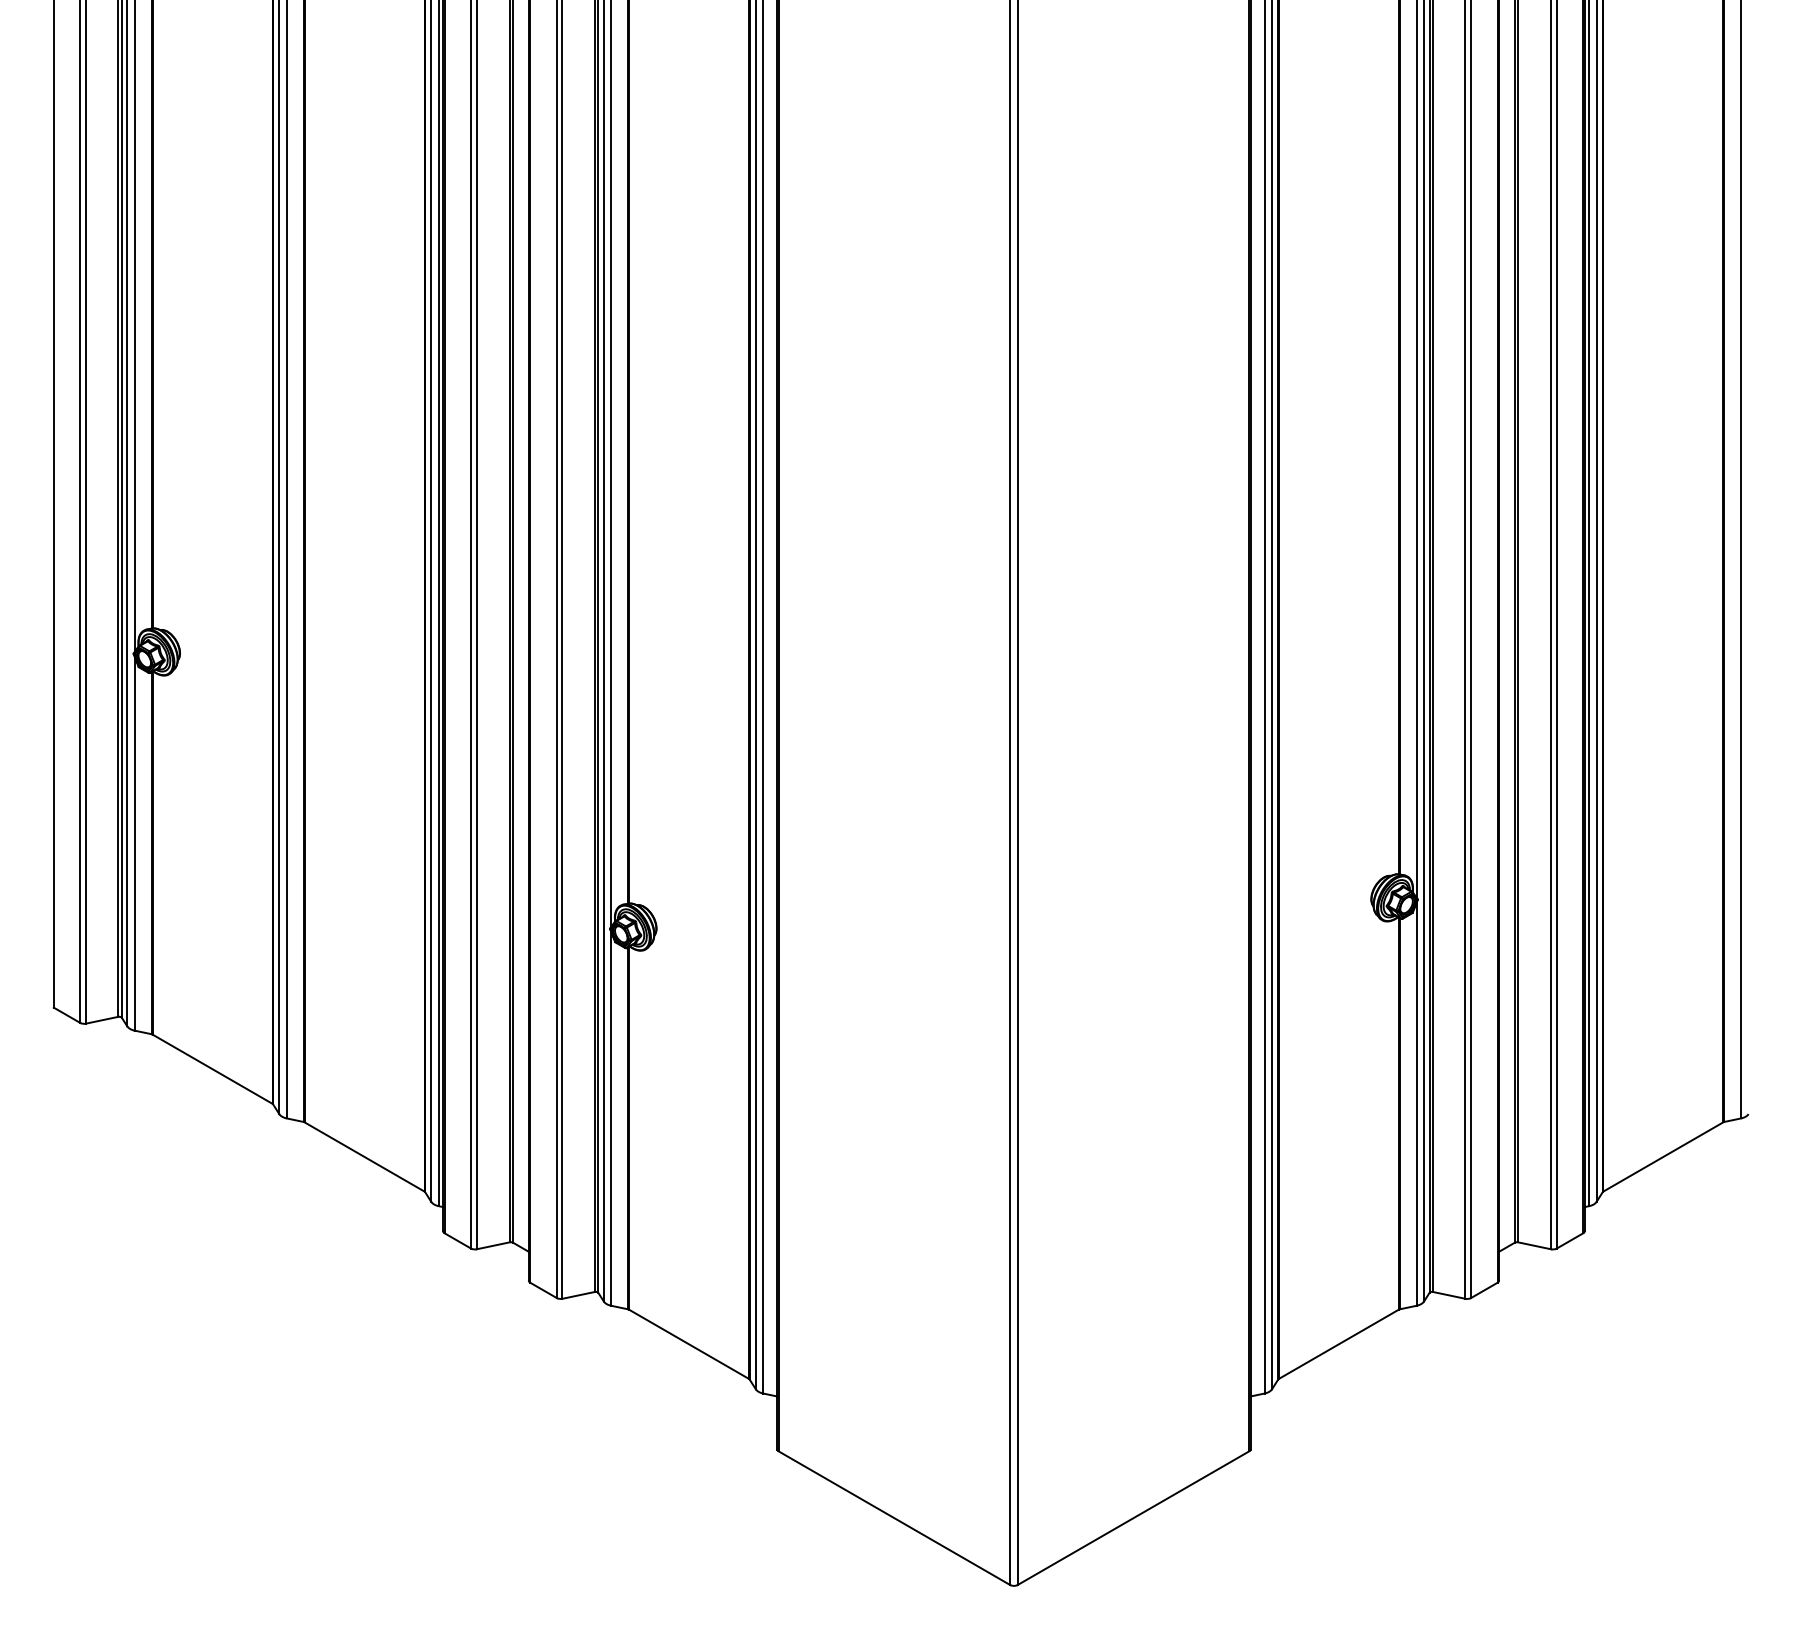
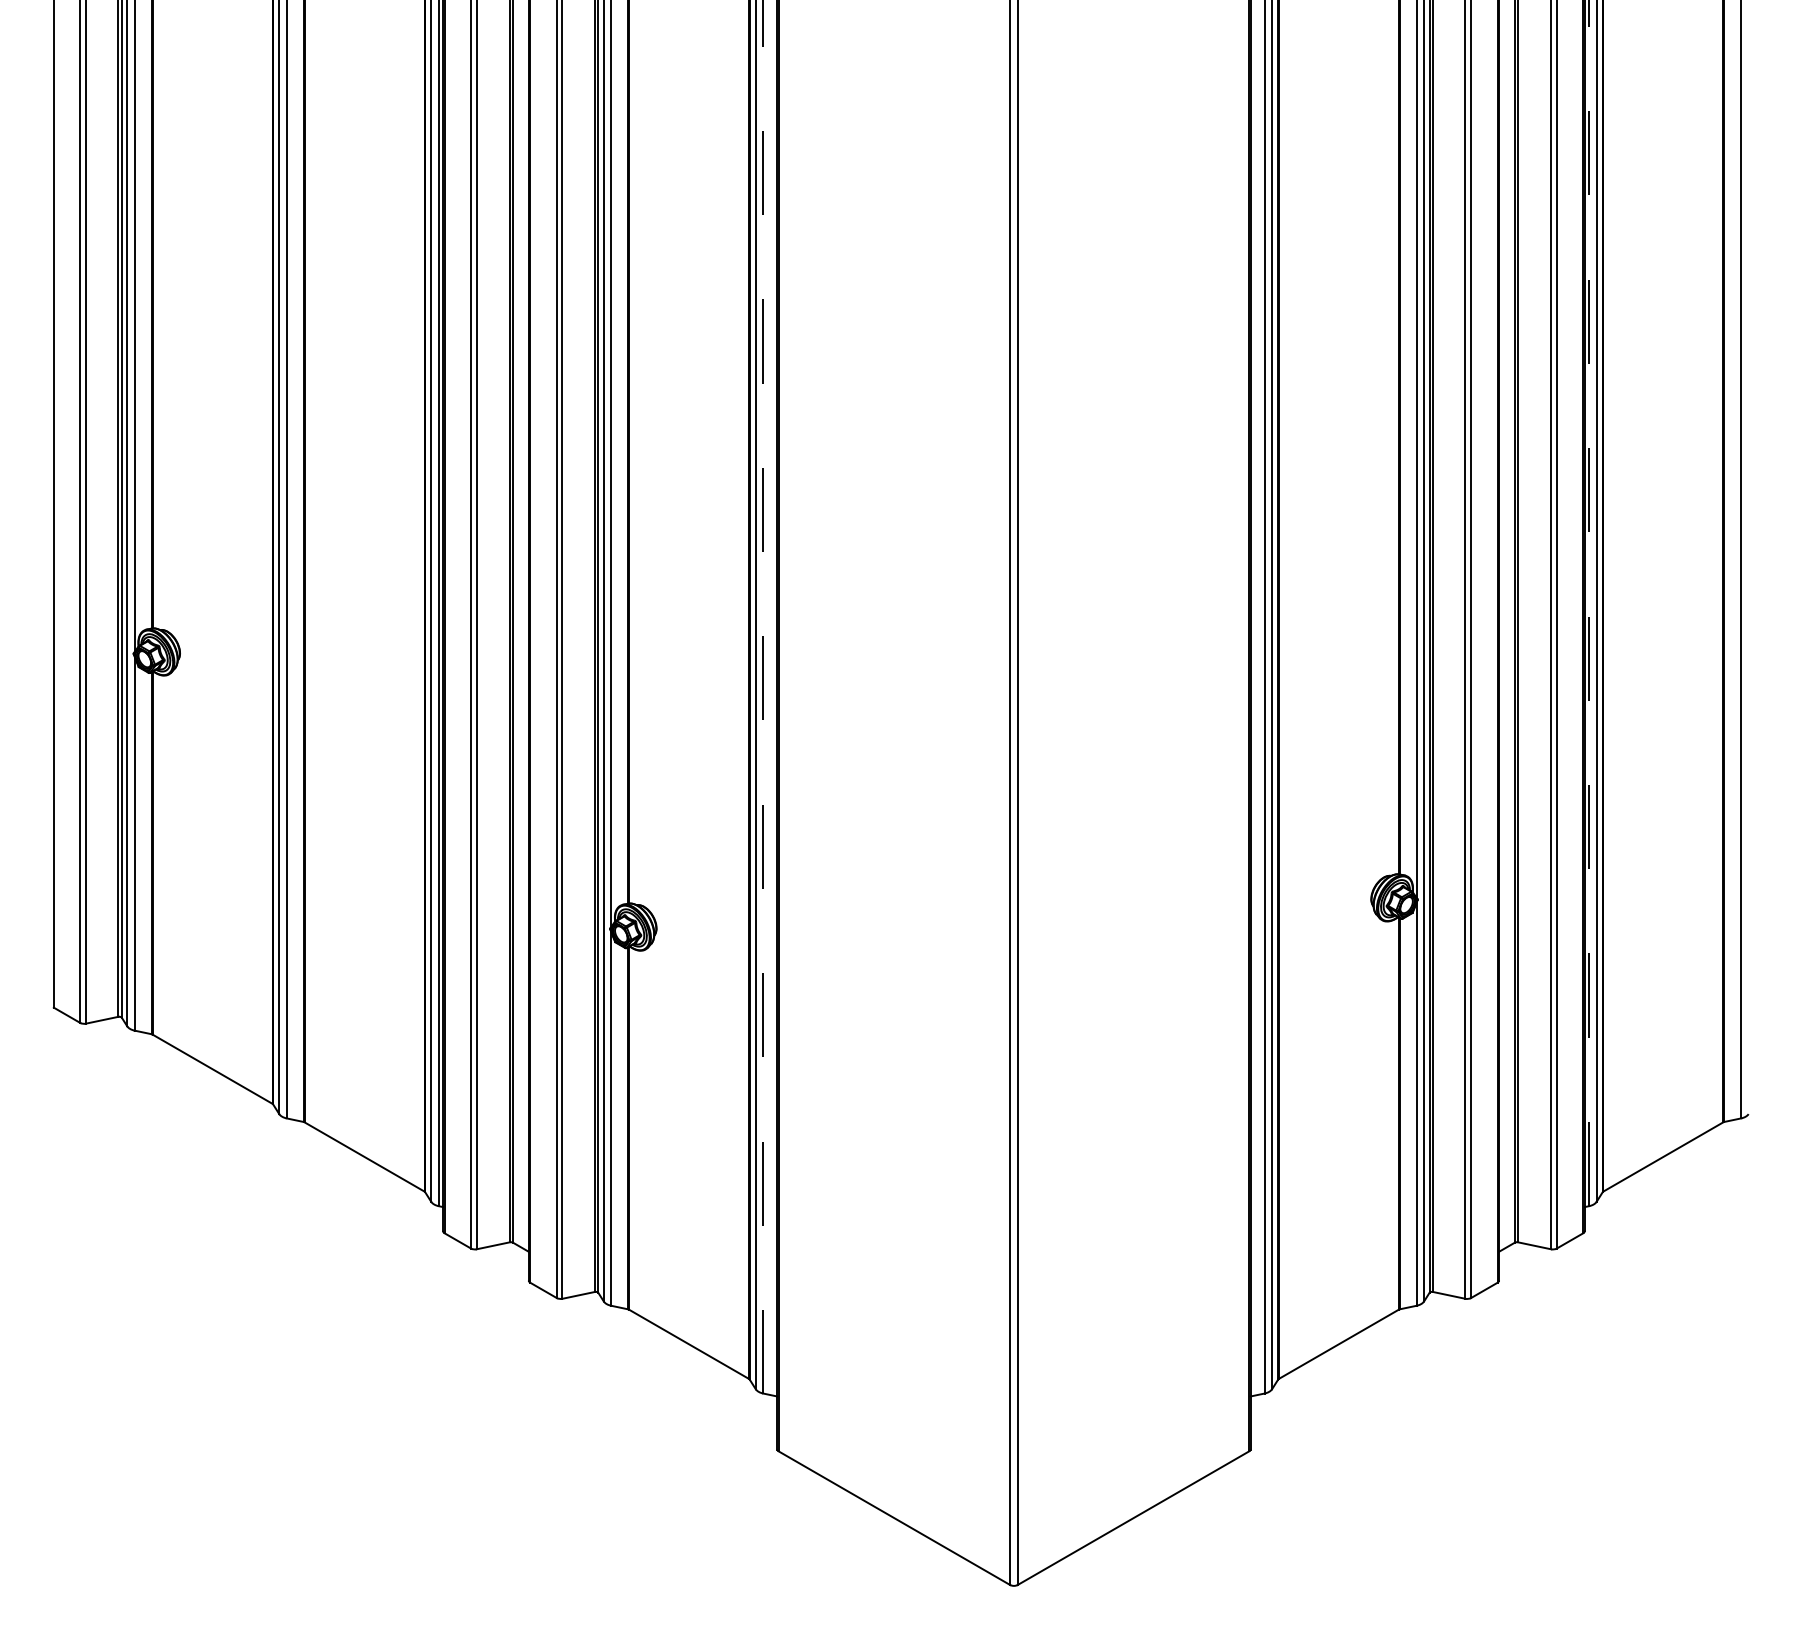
line at (1589, 603): solid -> dashed
line at (763, 697): solid -> dashed
